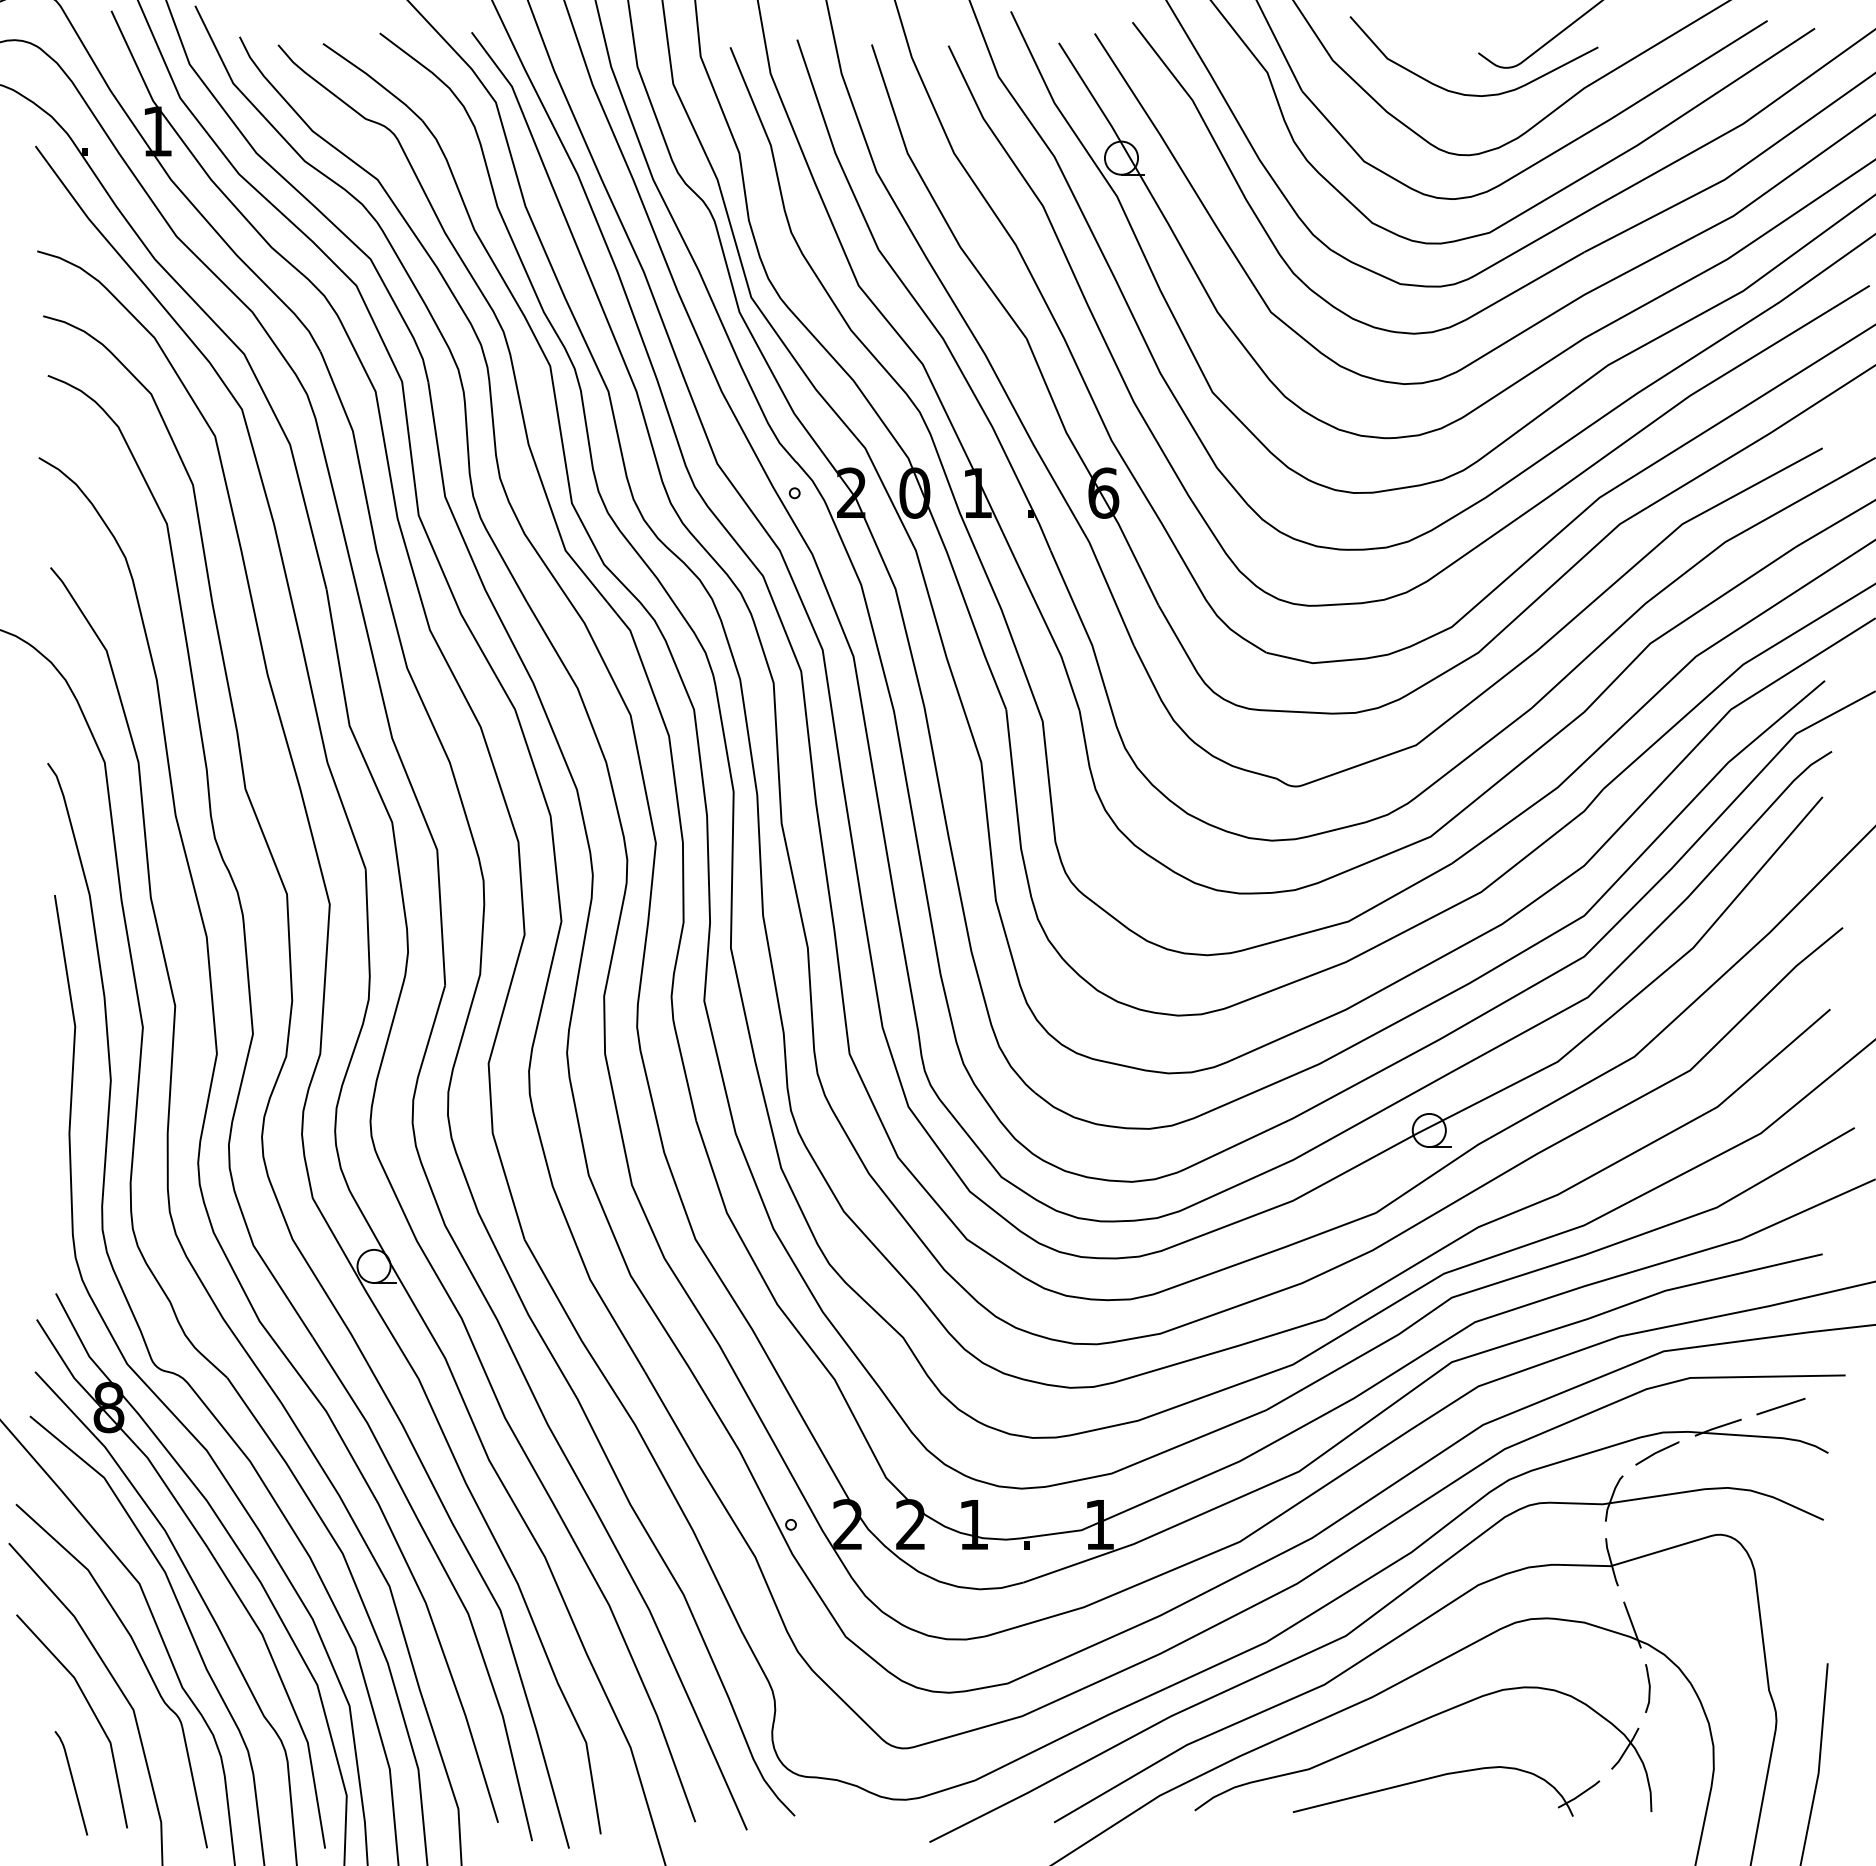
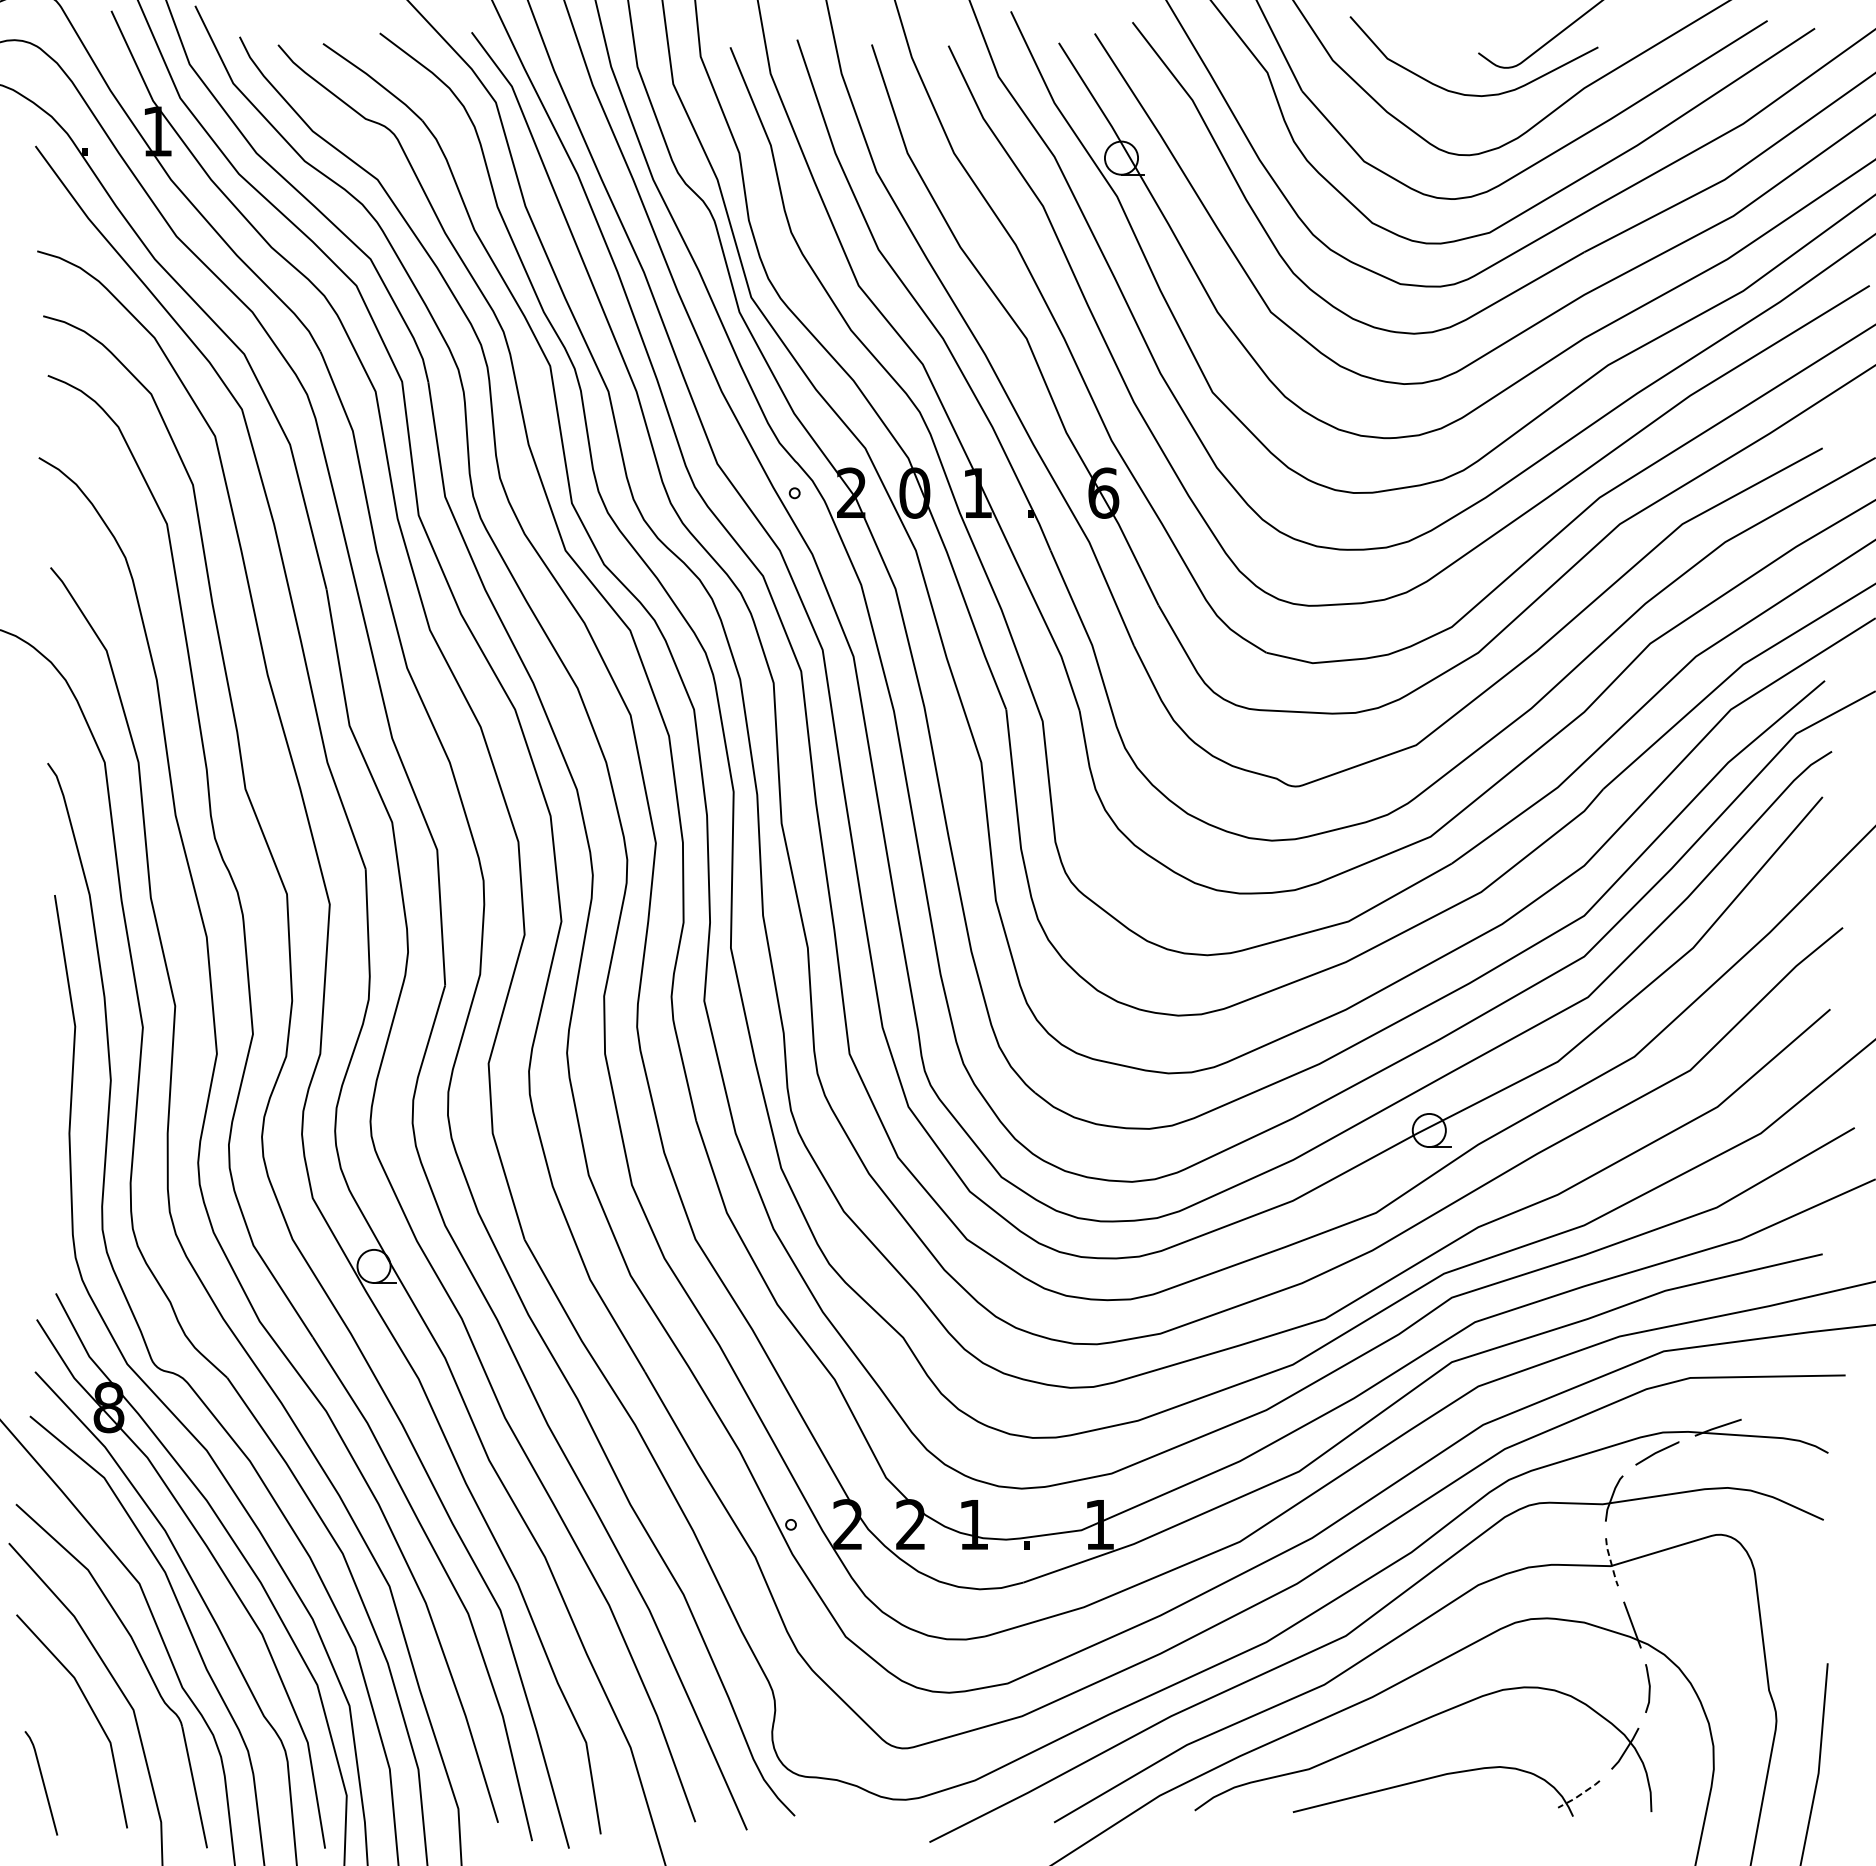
line at (1780, 1406): present -> none
line at (1611, 1563): solid -> dashed
line at (72, 1783) position: (72, 1783) -> (42, 1783)
line at (1579, 1795): solid -> dashed
